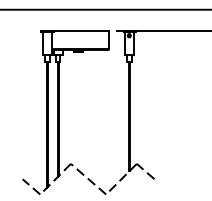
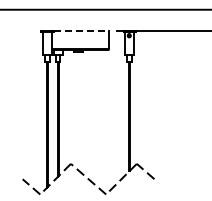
line at (81, 30): solid -> dashed
